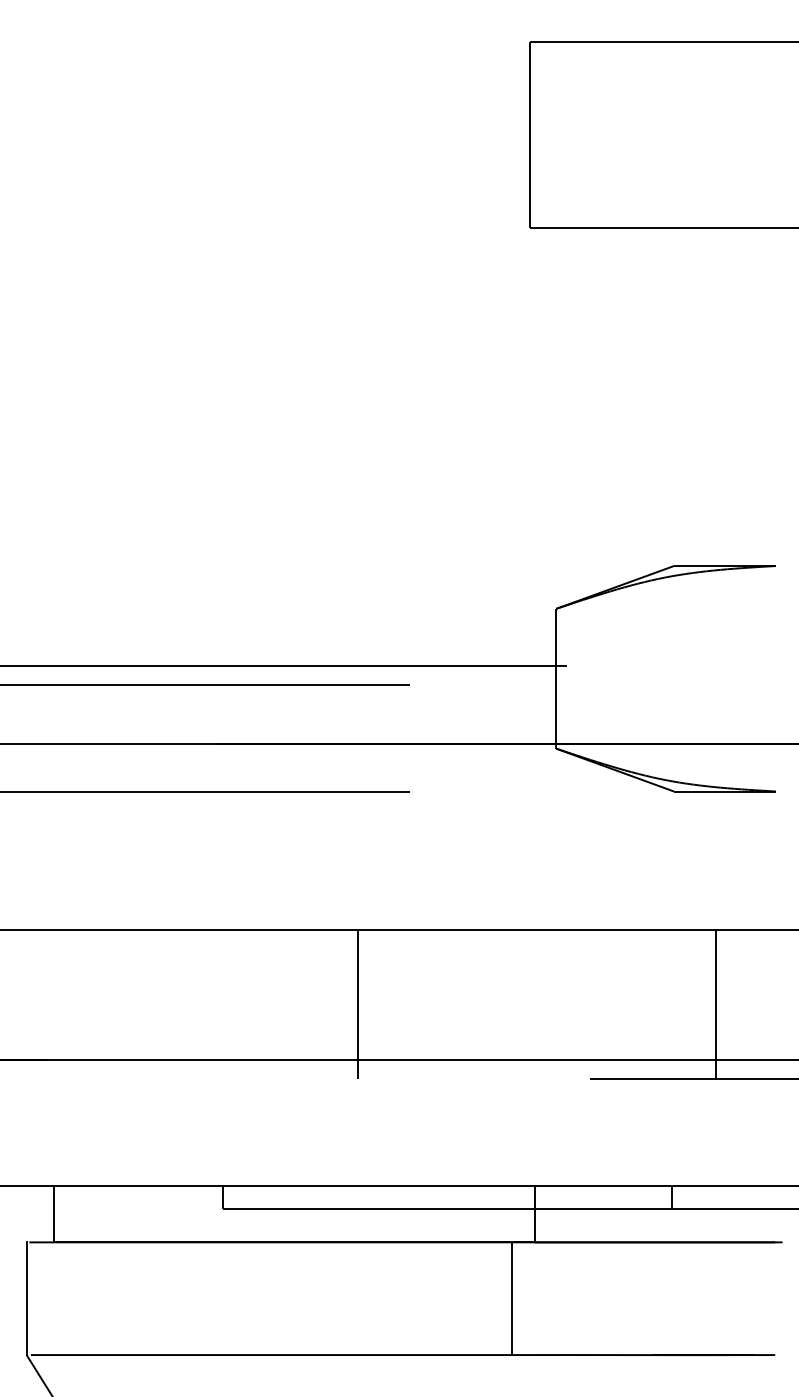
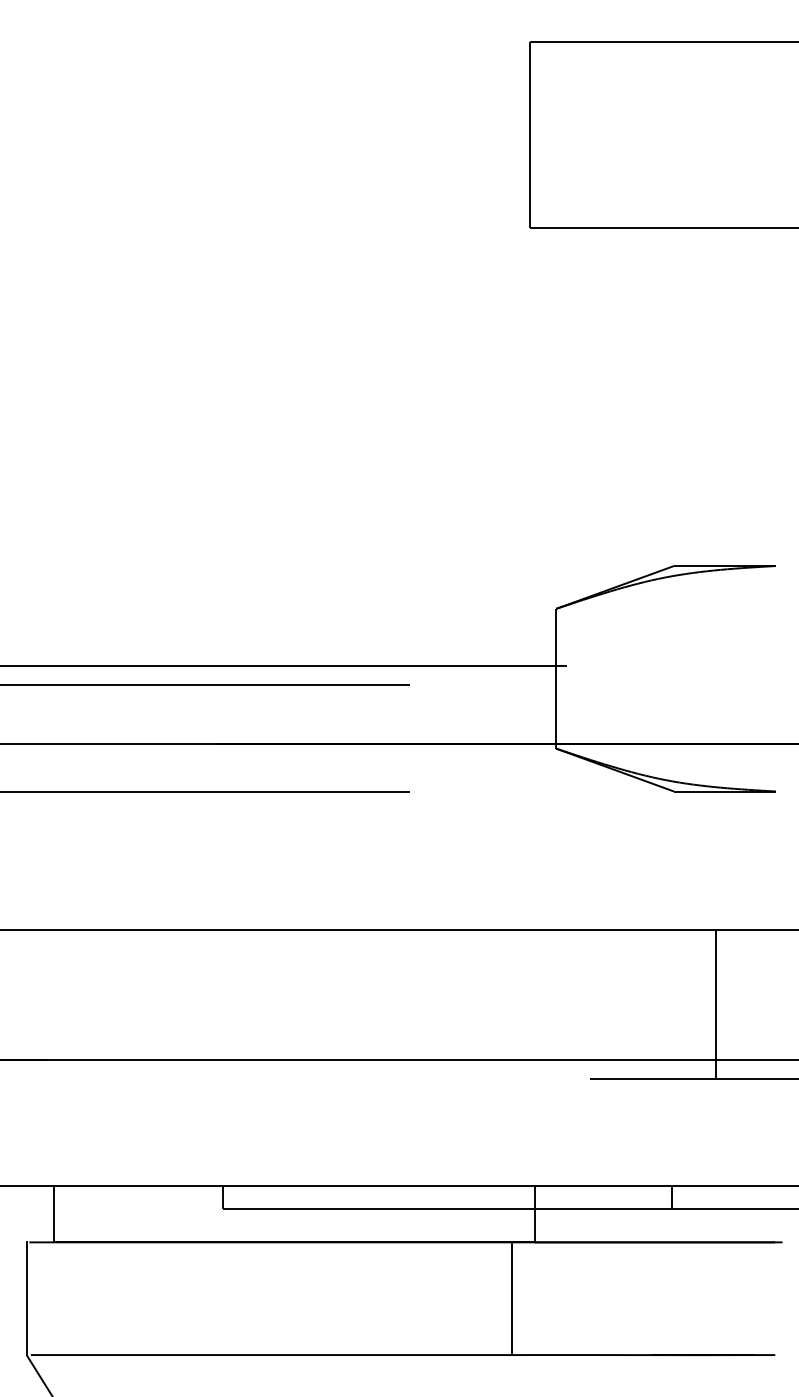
line at (357, 1004): present -> none
